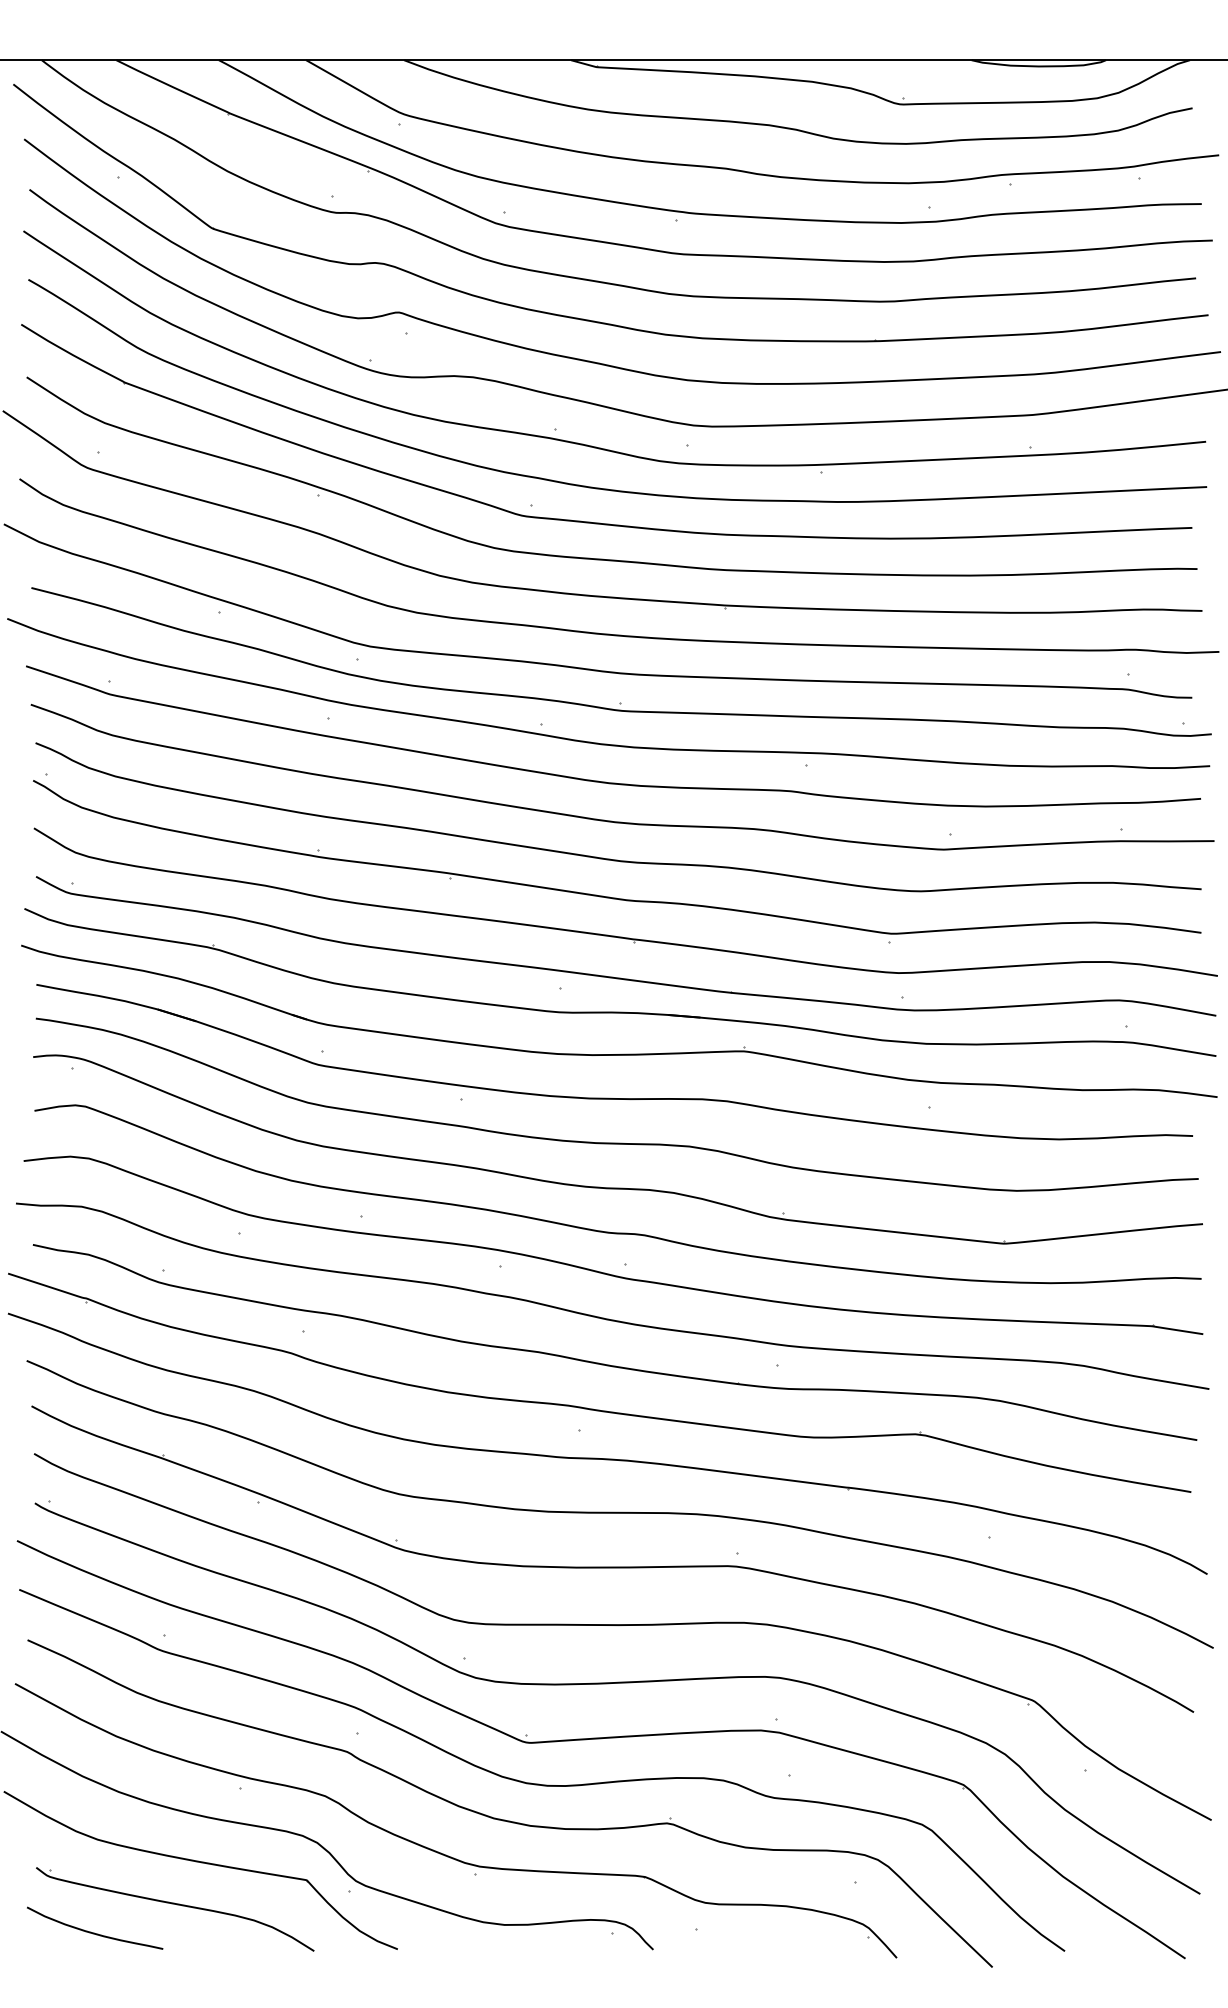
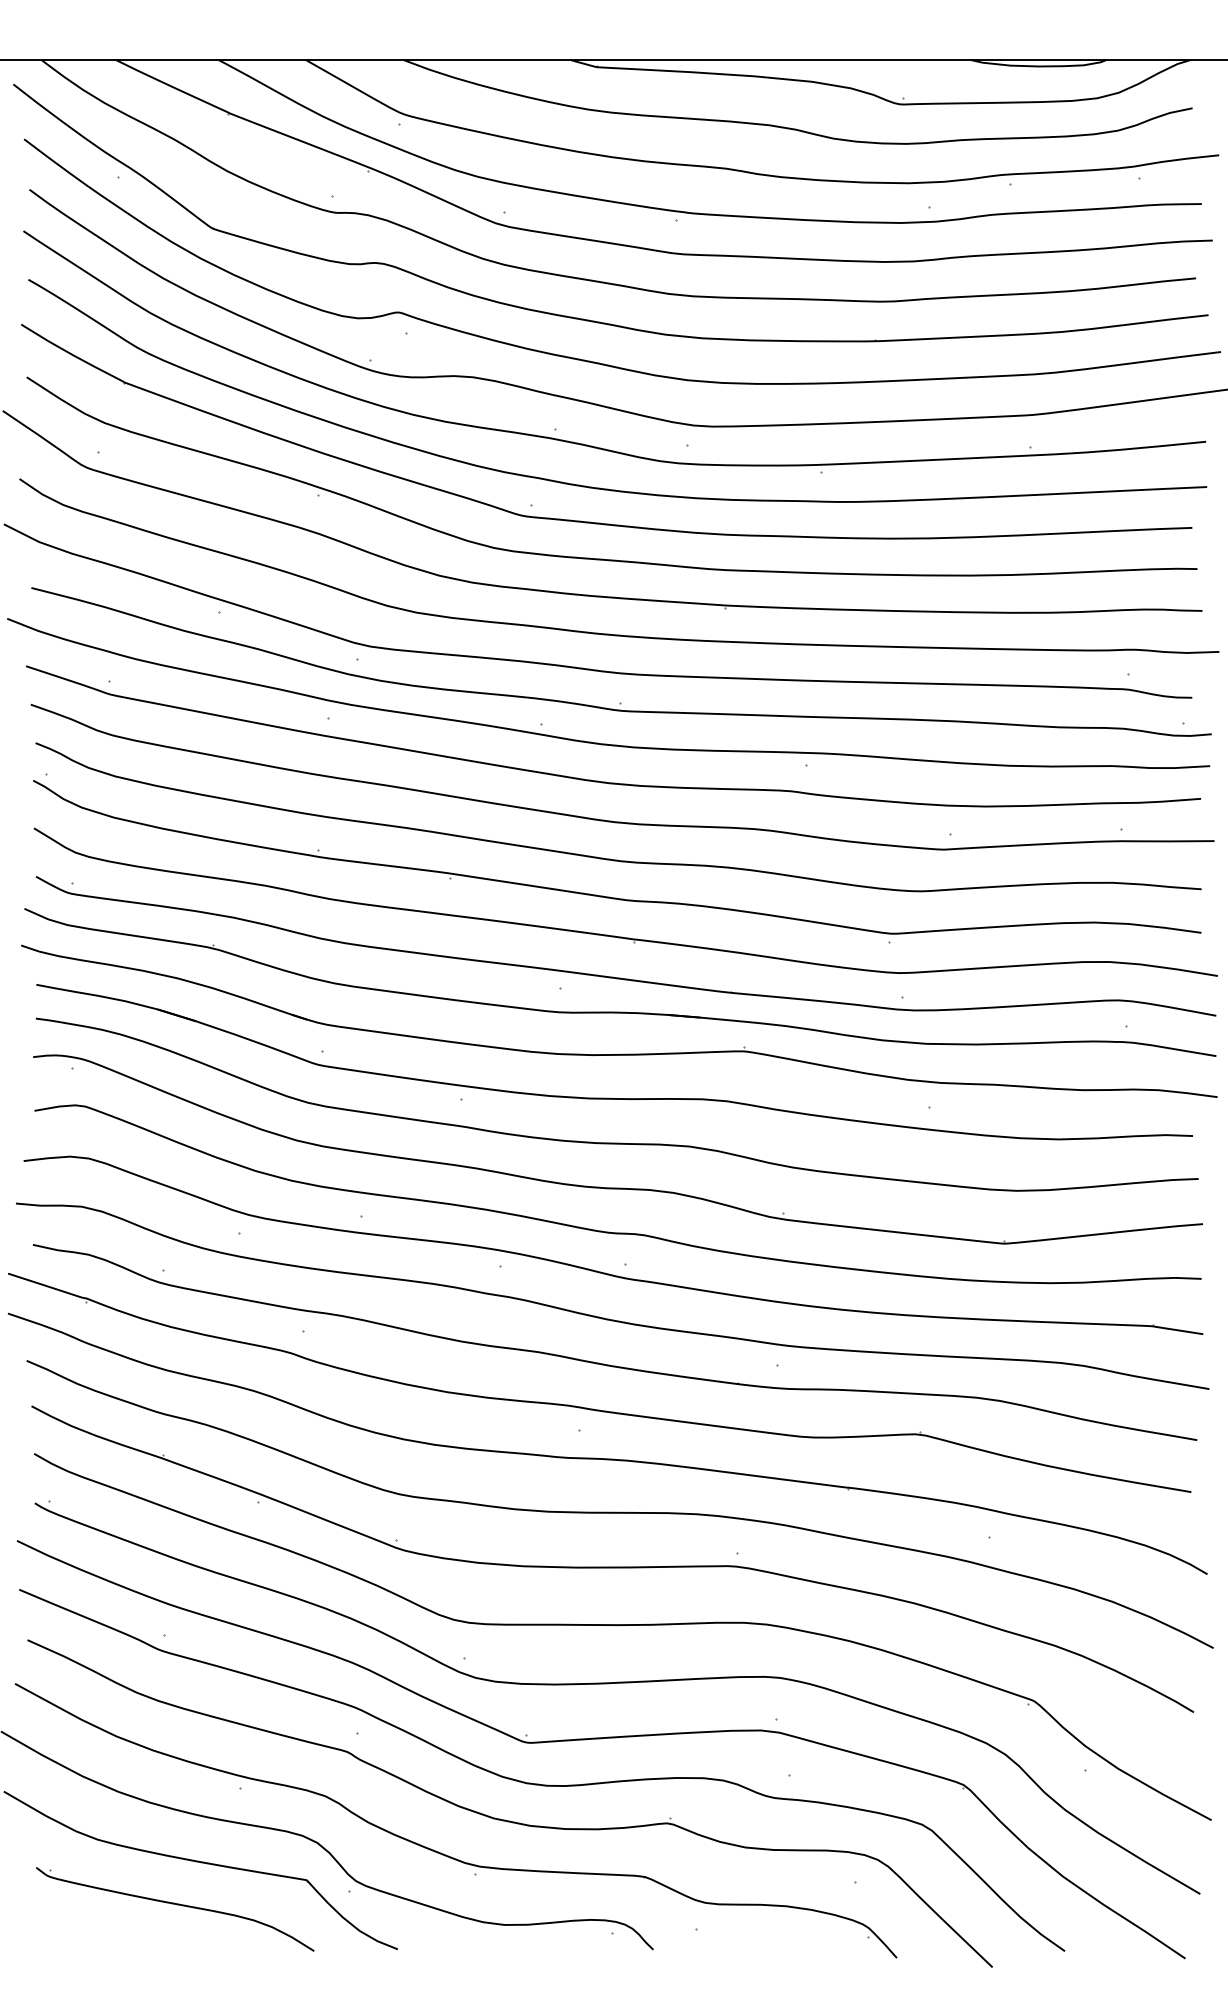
curve at (94, 1932): present -> none
